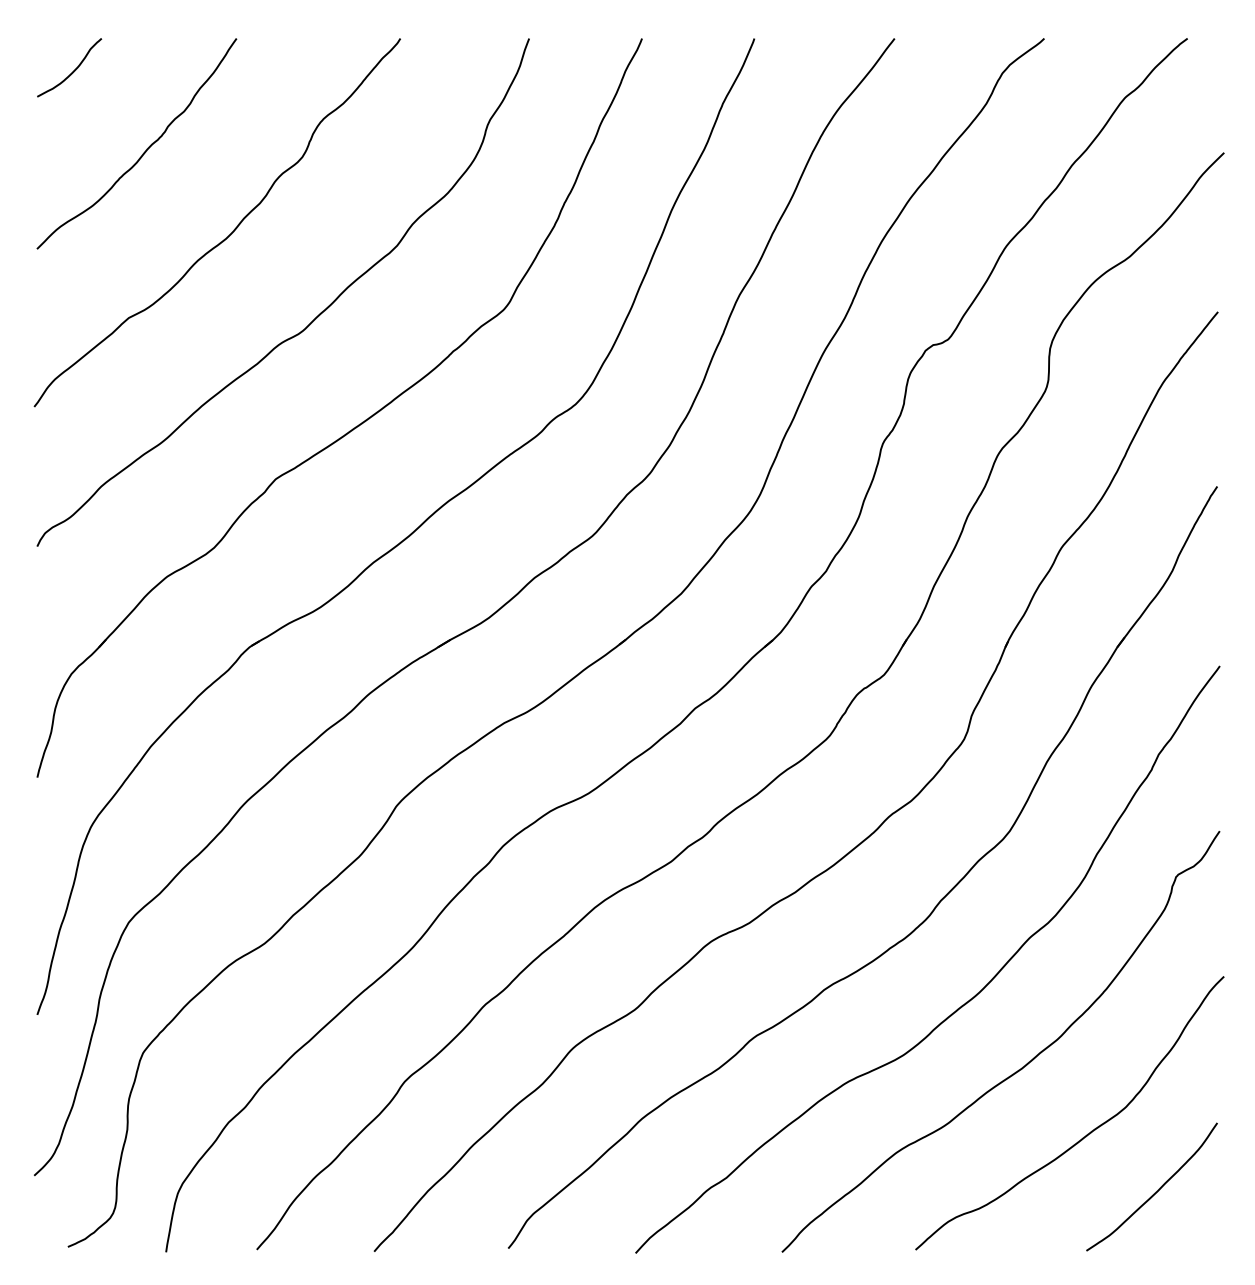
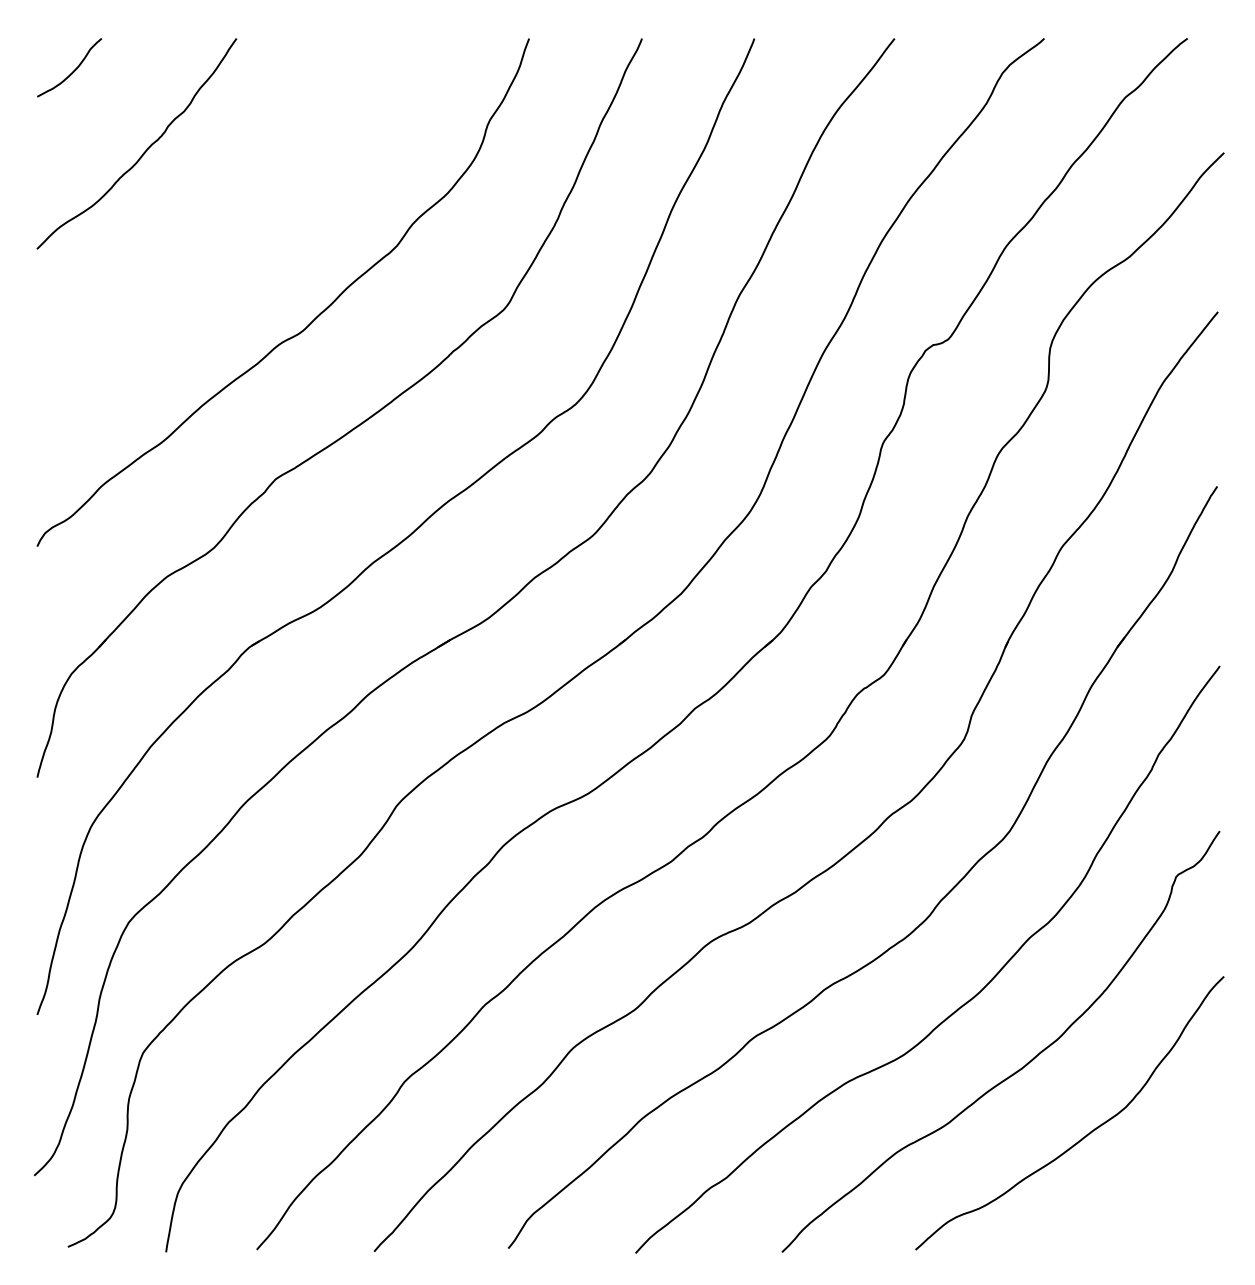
curve at (229, 234): present -> none
curve at (1154, 1192): present -> none
